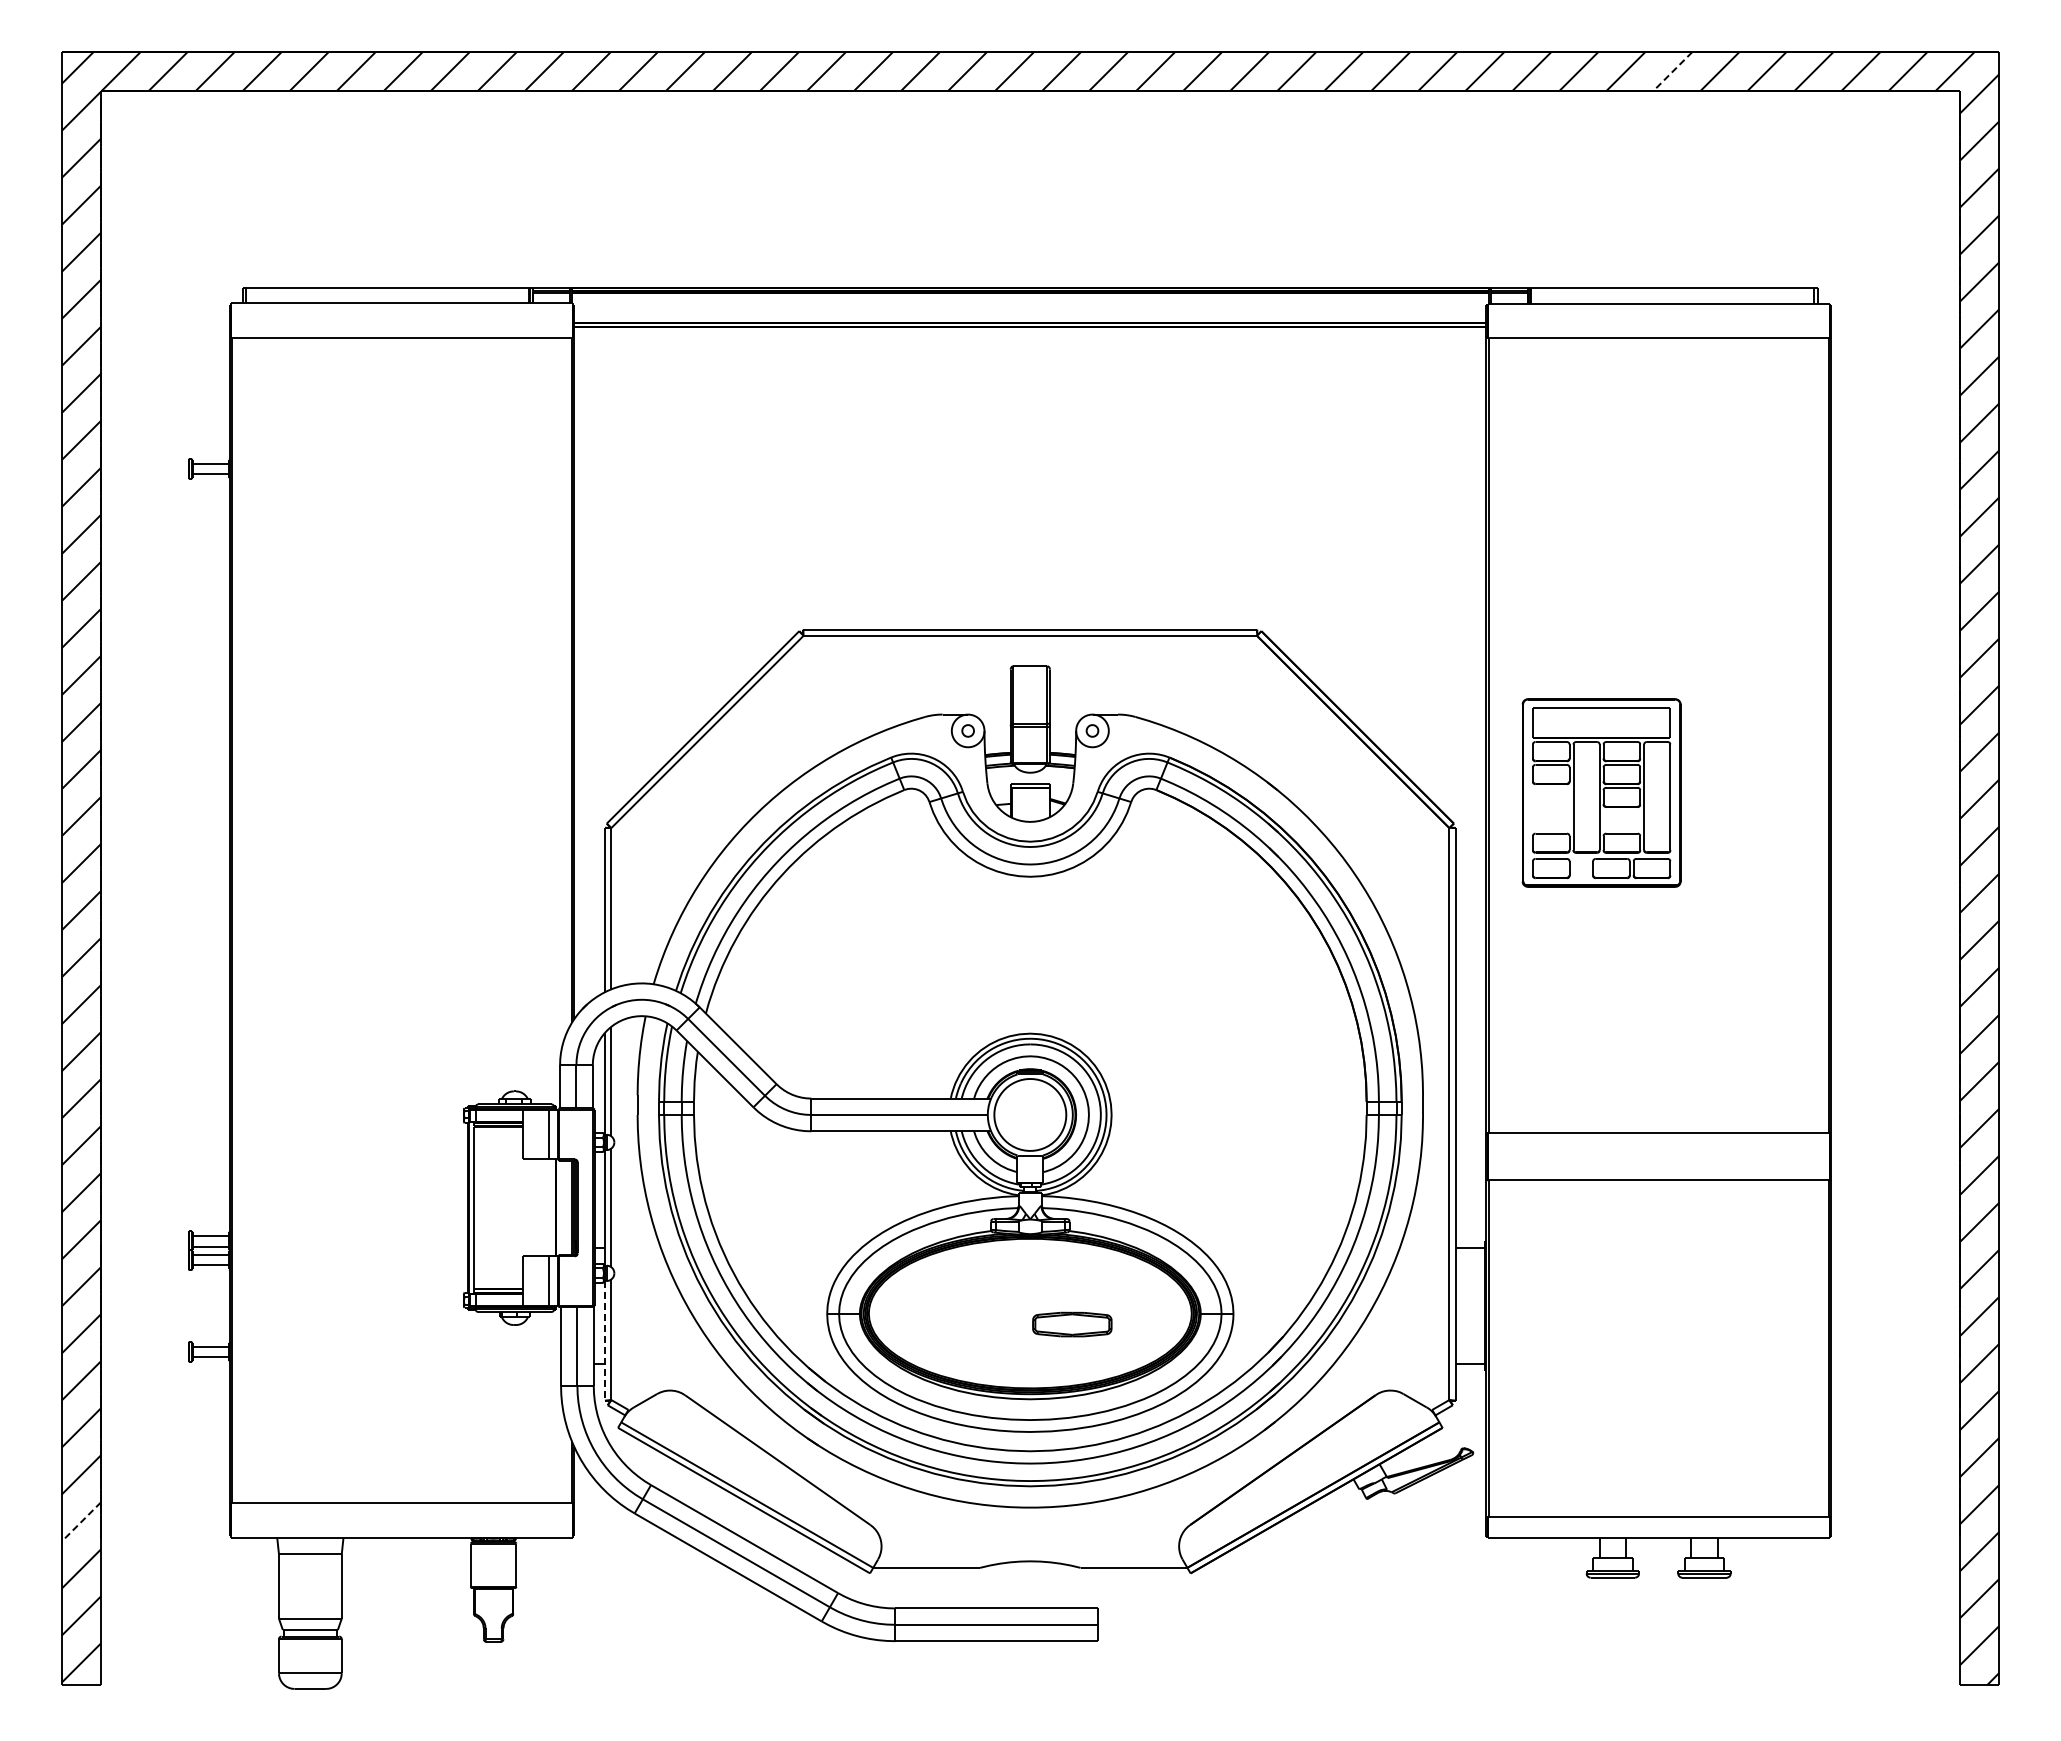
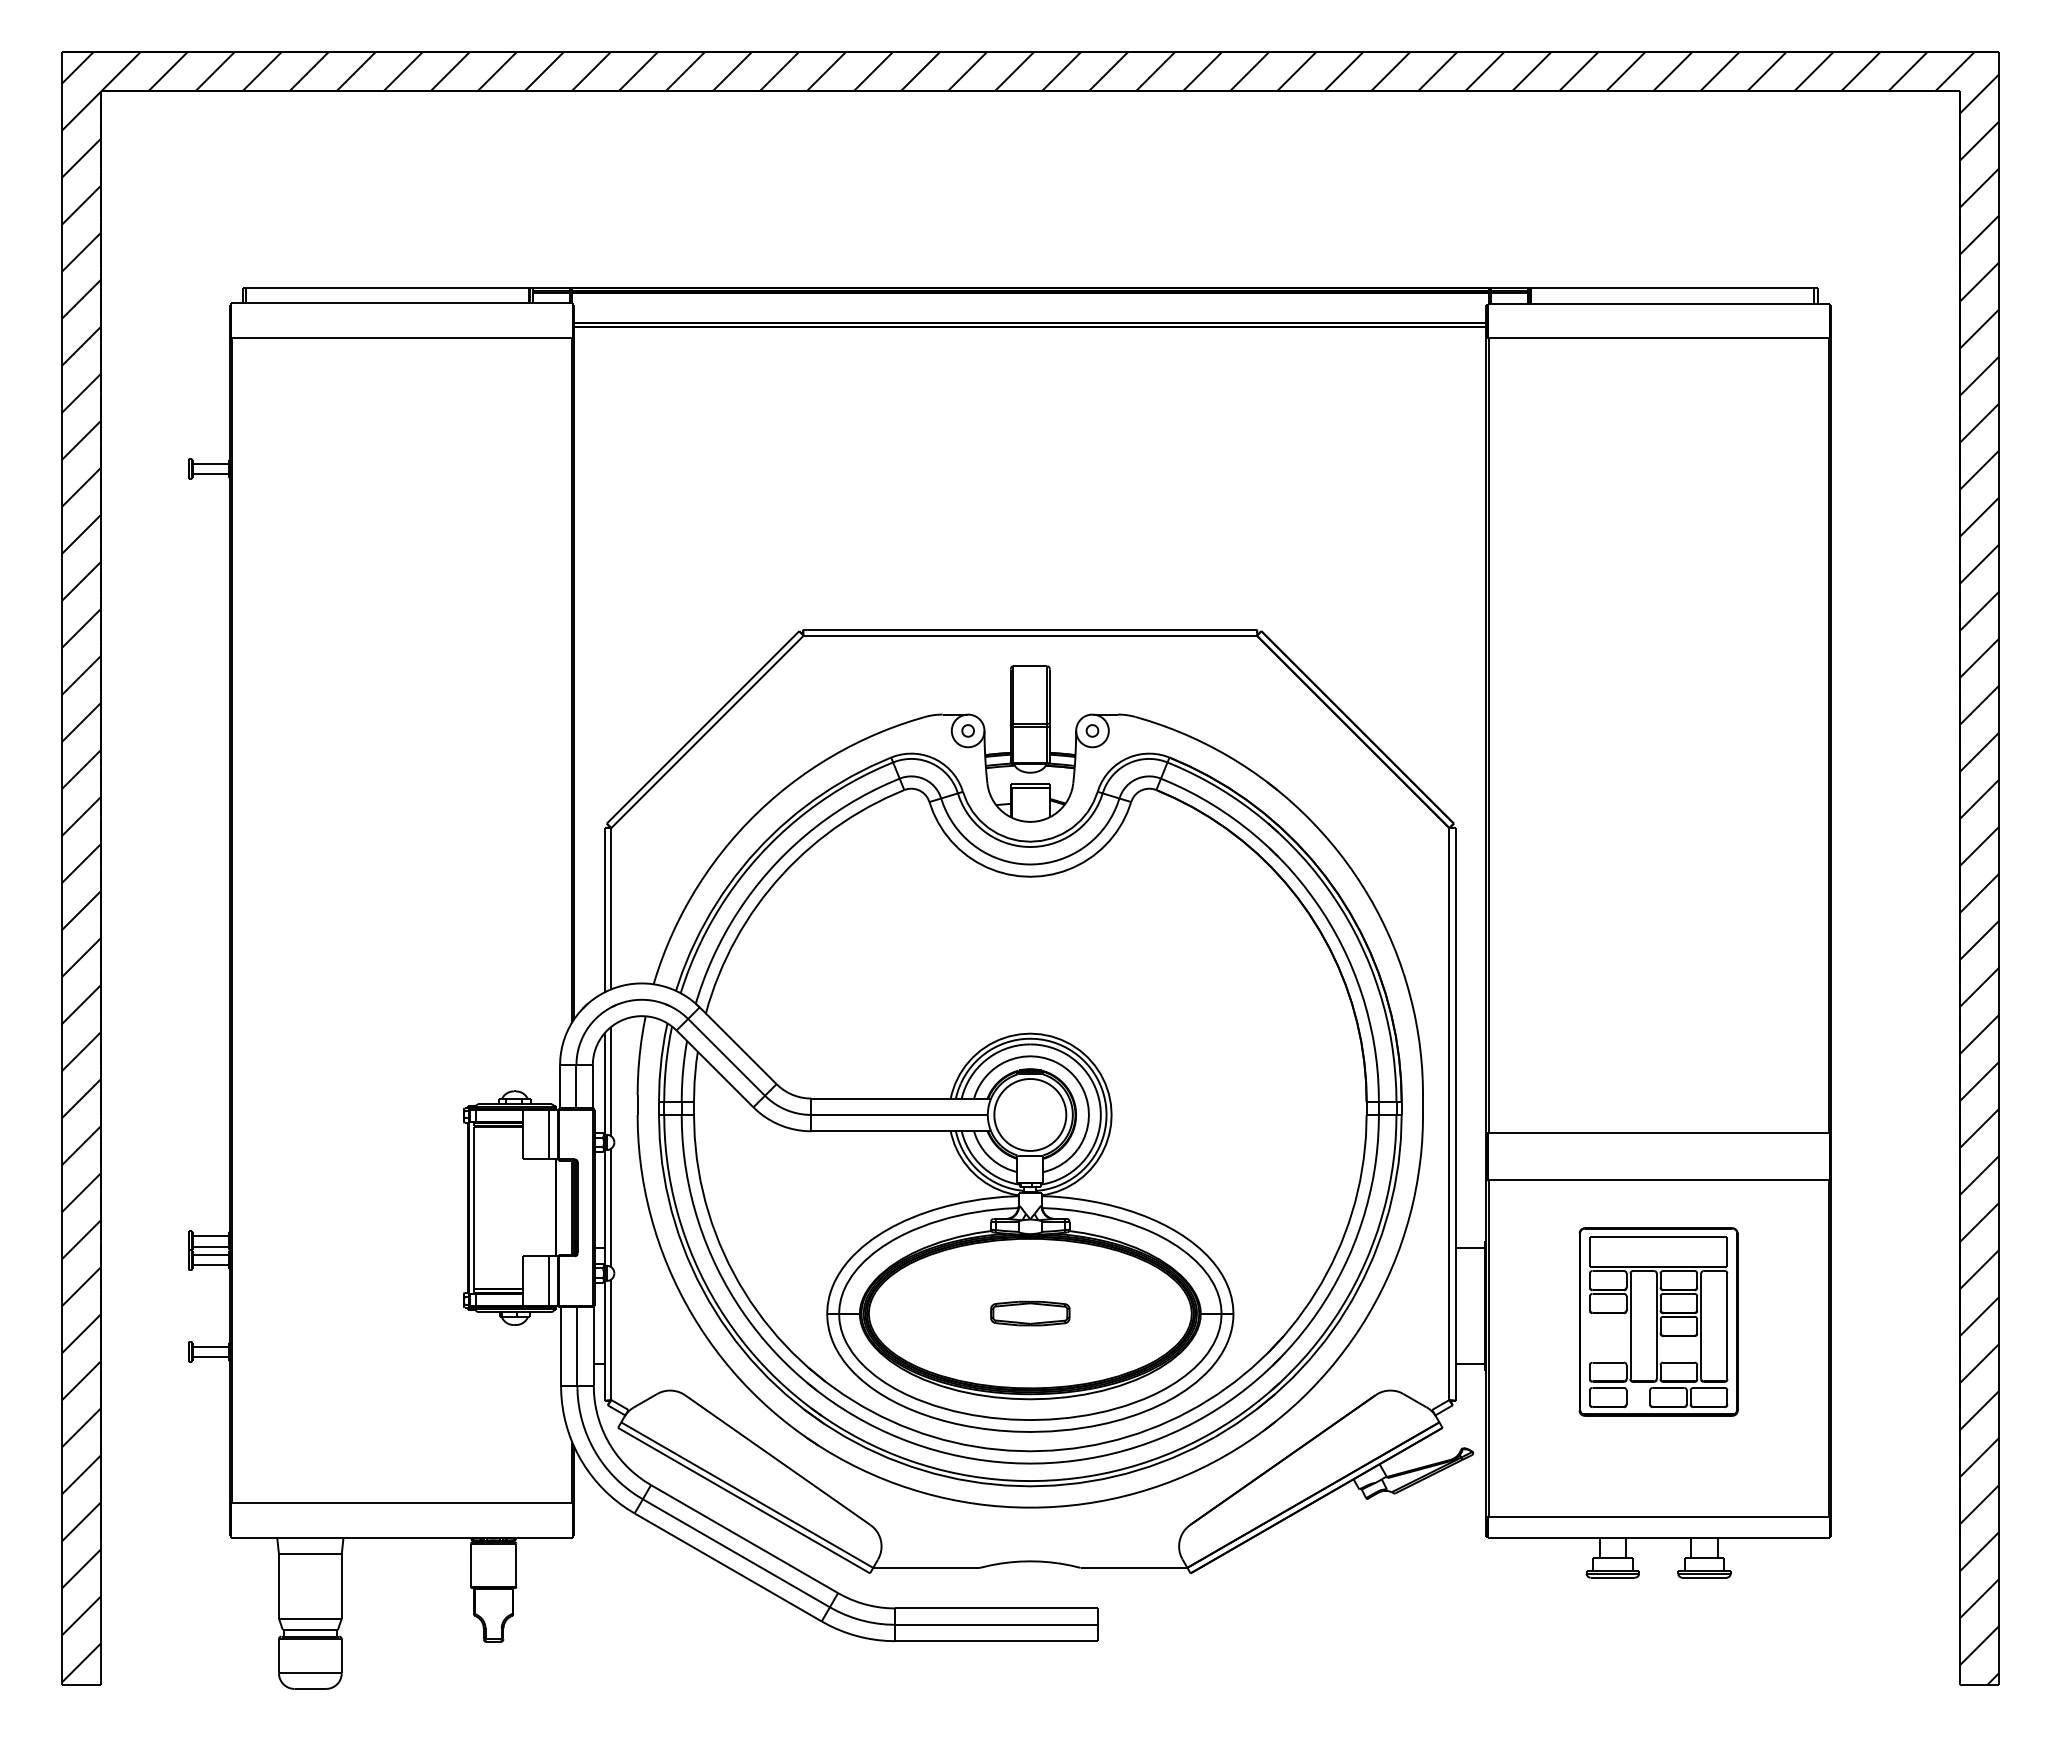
line at (1672, 71): dashed -> solid
part at (1601, 792) position: (1601, 792) -> (1658, 1321)
part at (1072, 1324) position: (1072, 1324) -> (1030, 1313)
line at (605, 1340): dashed -> solid
line at (81, 1521): dashed -> solid
